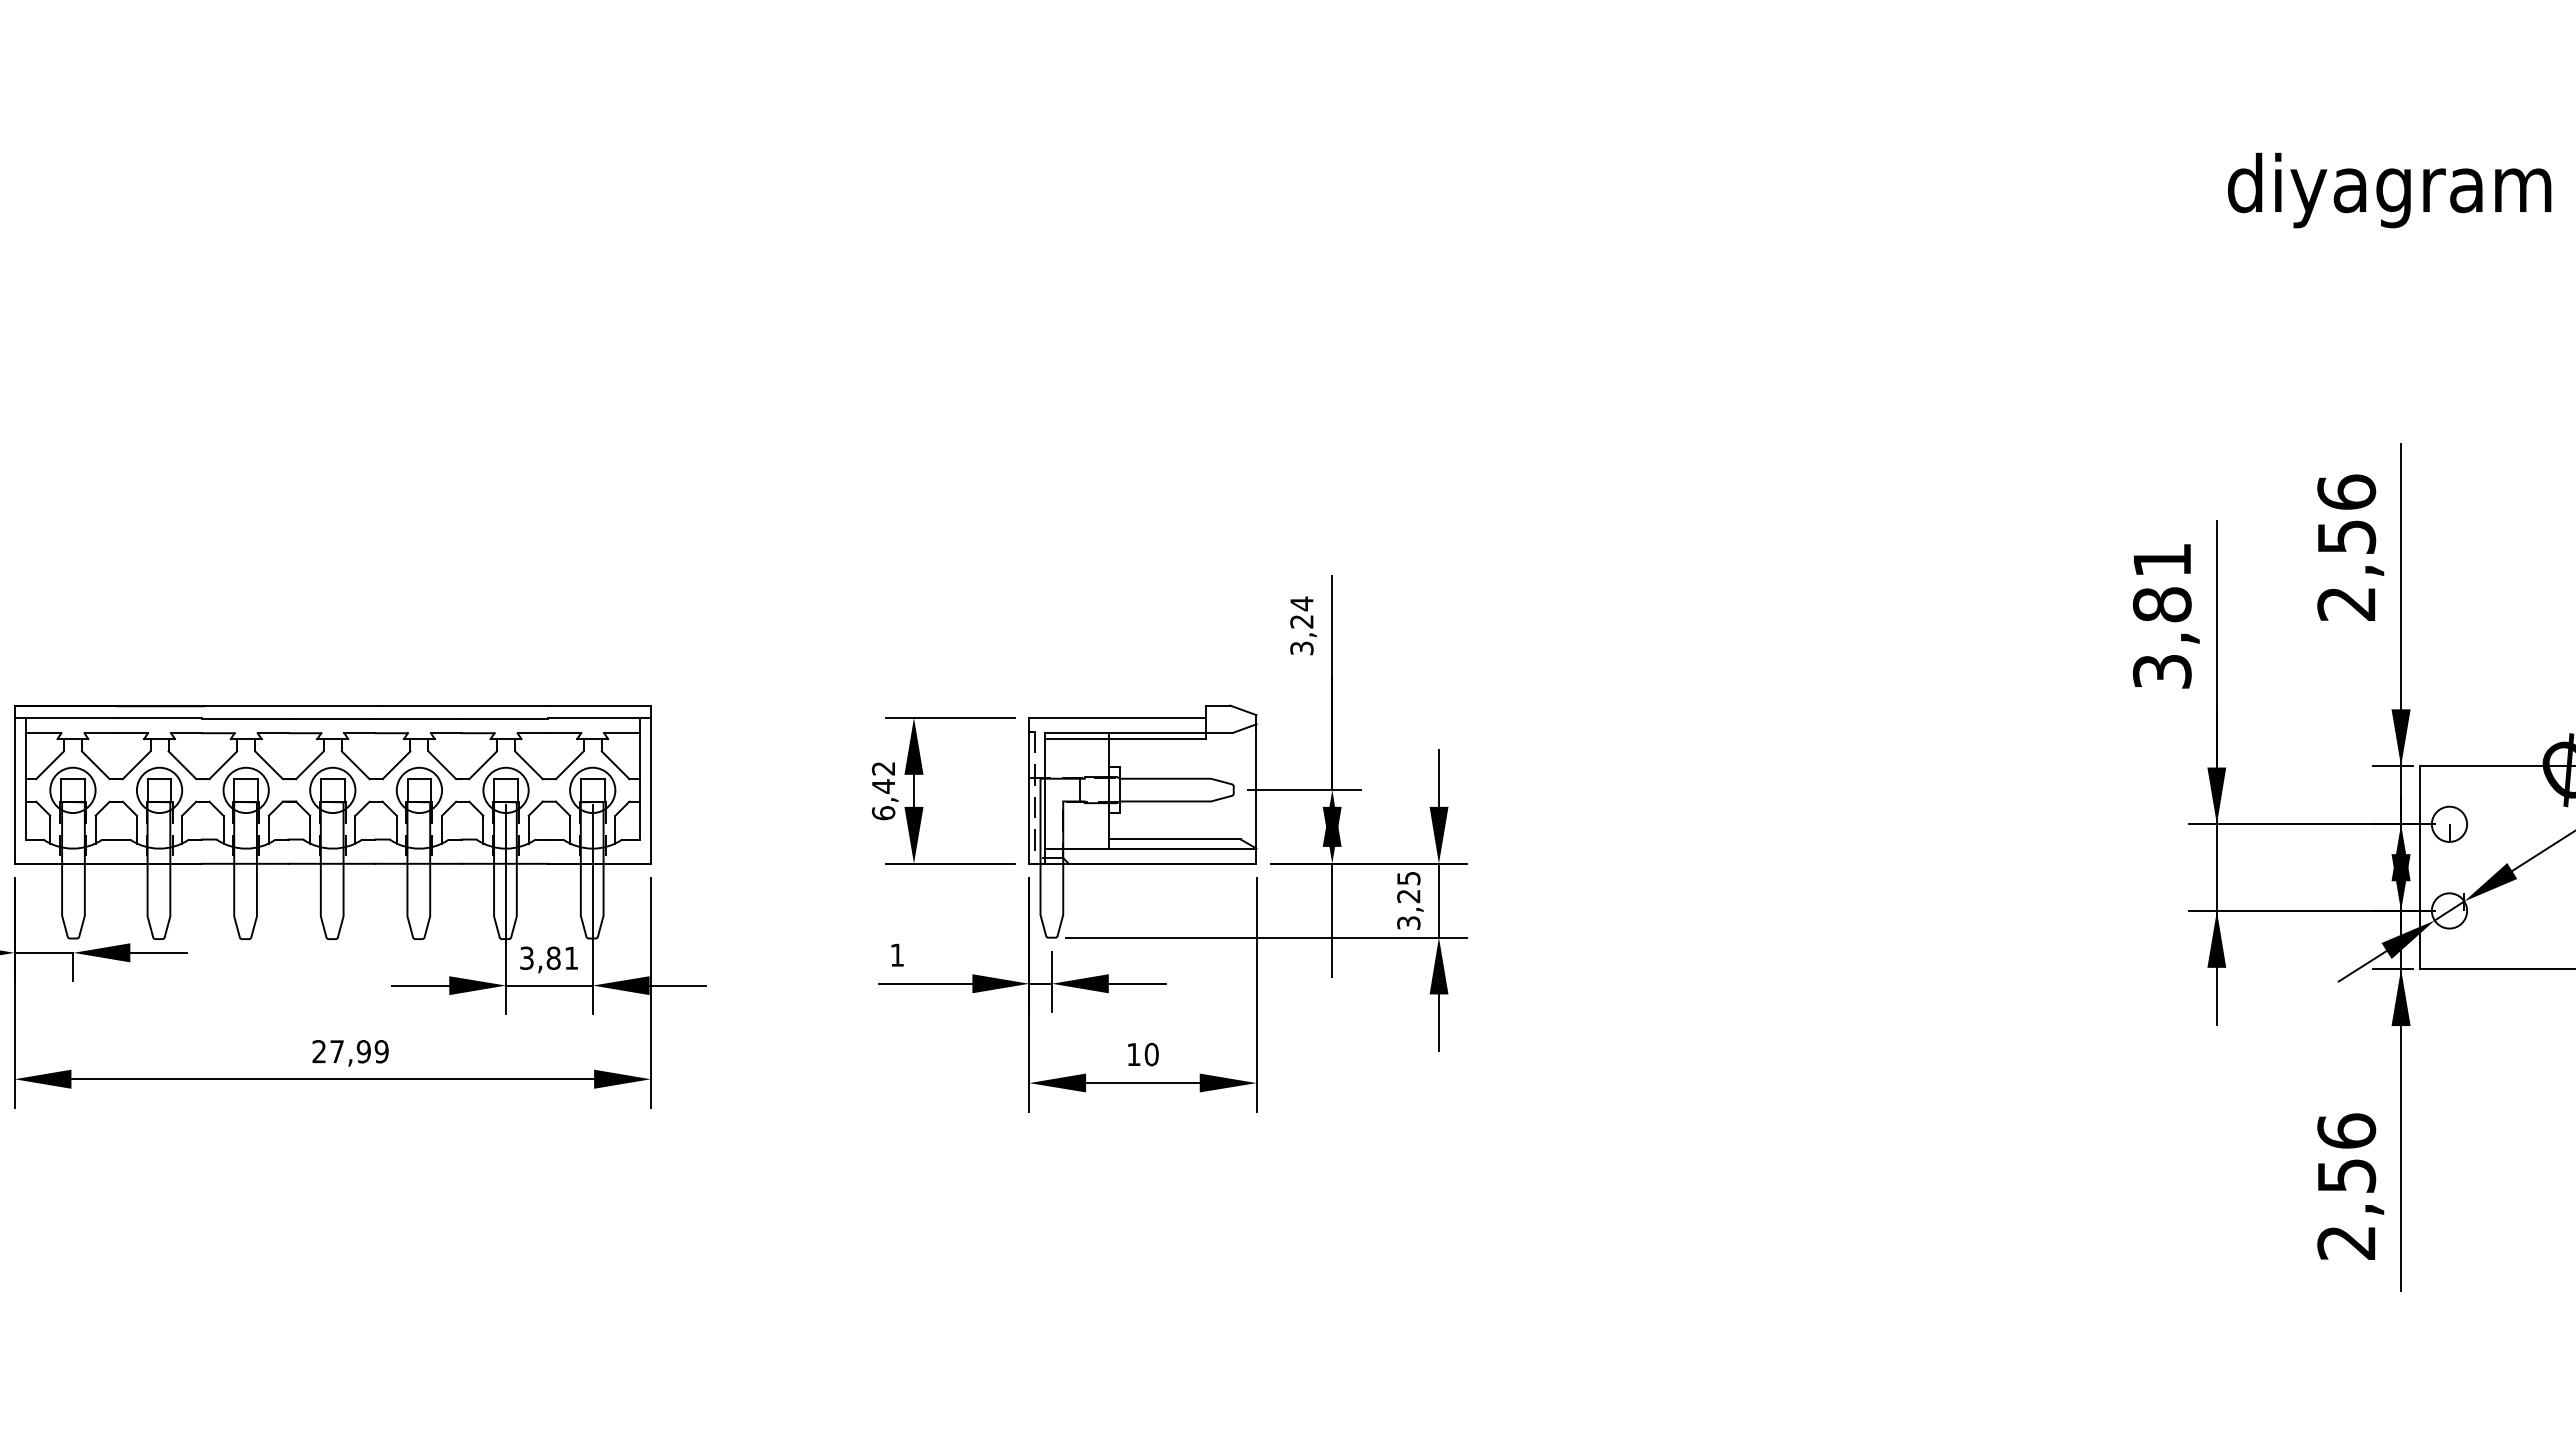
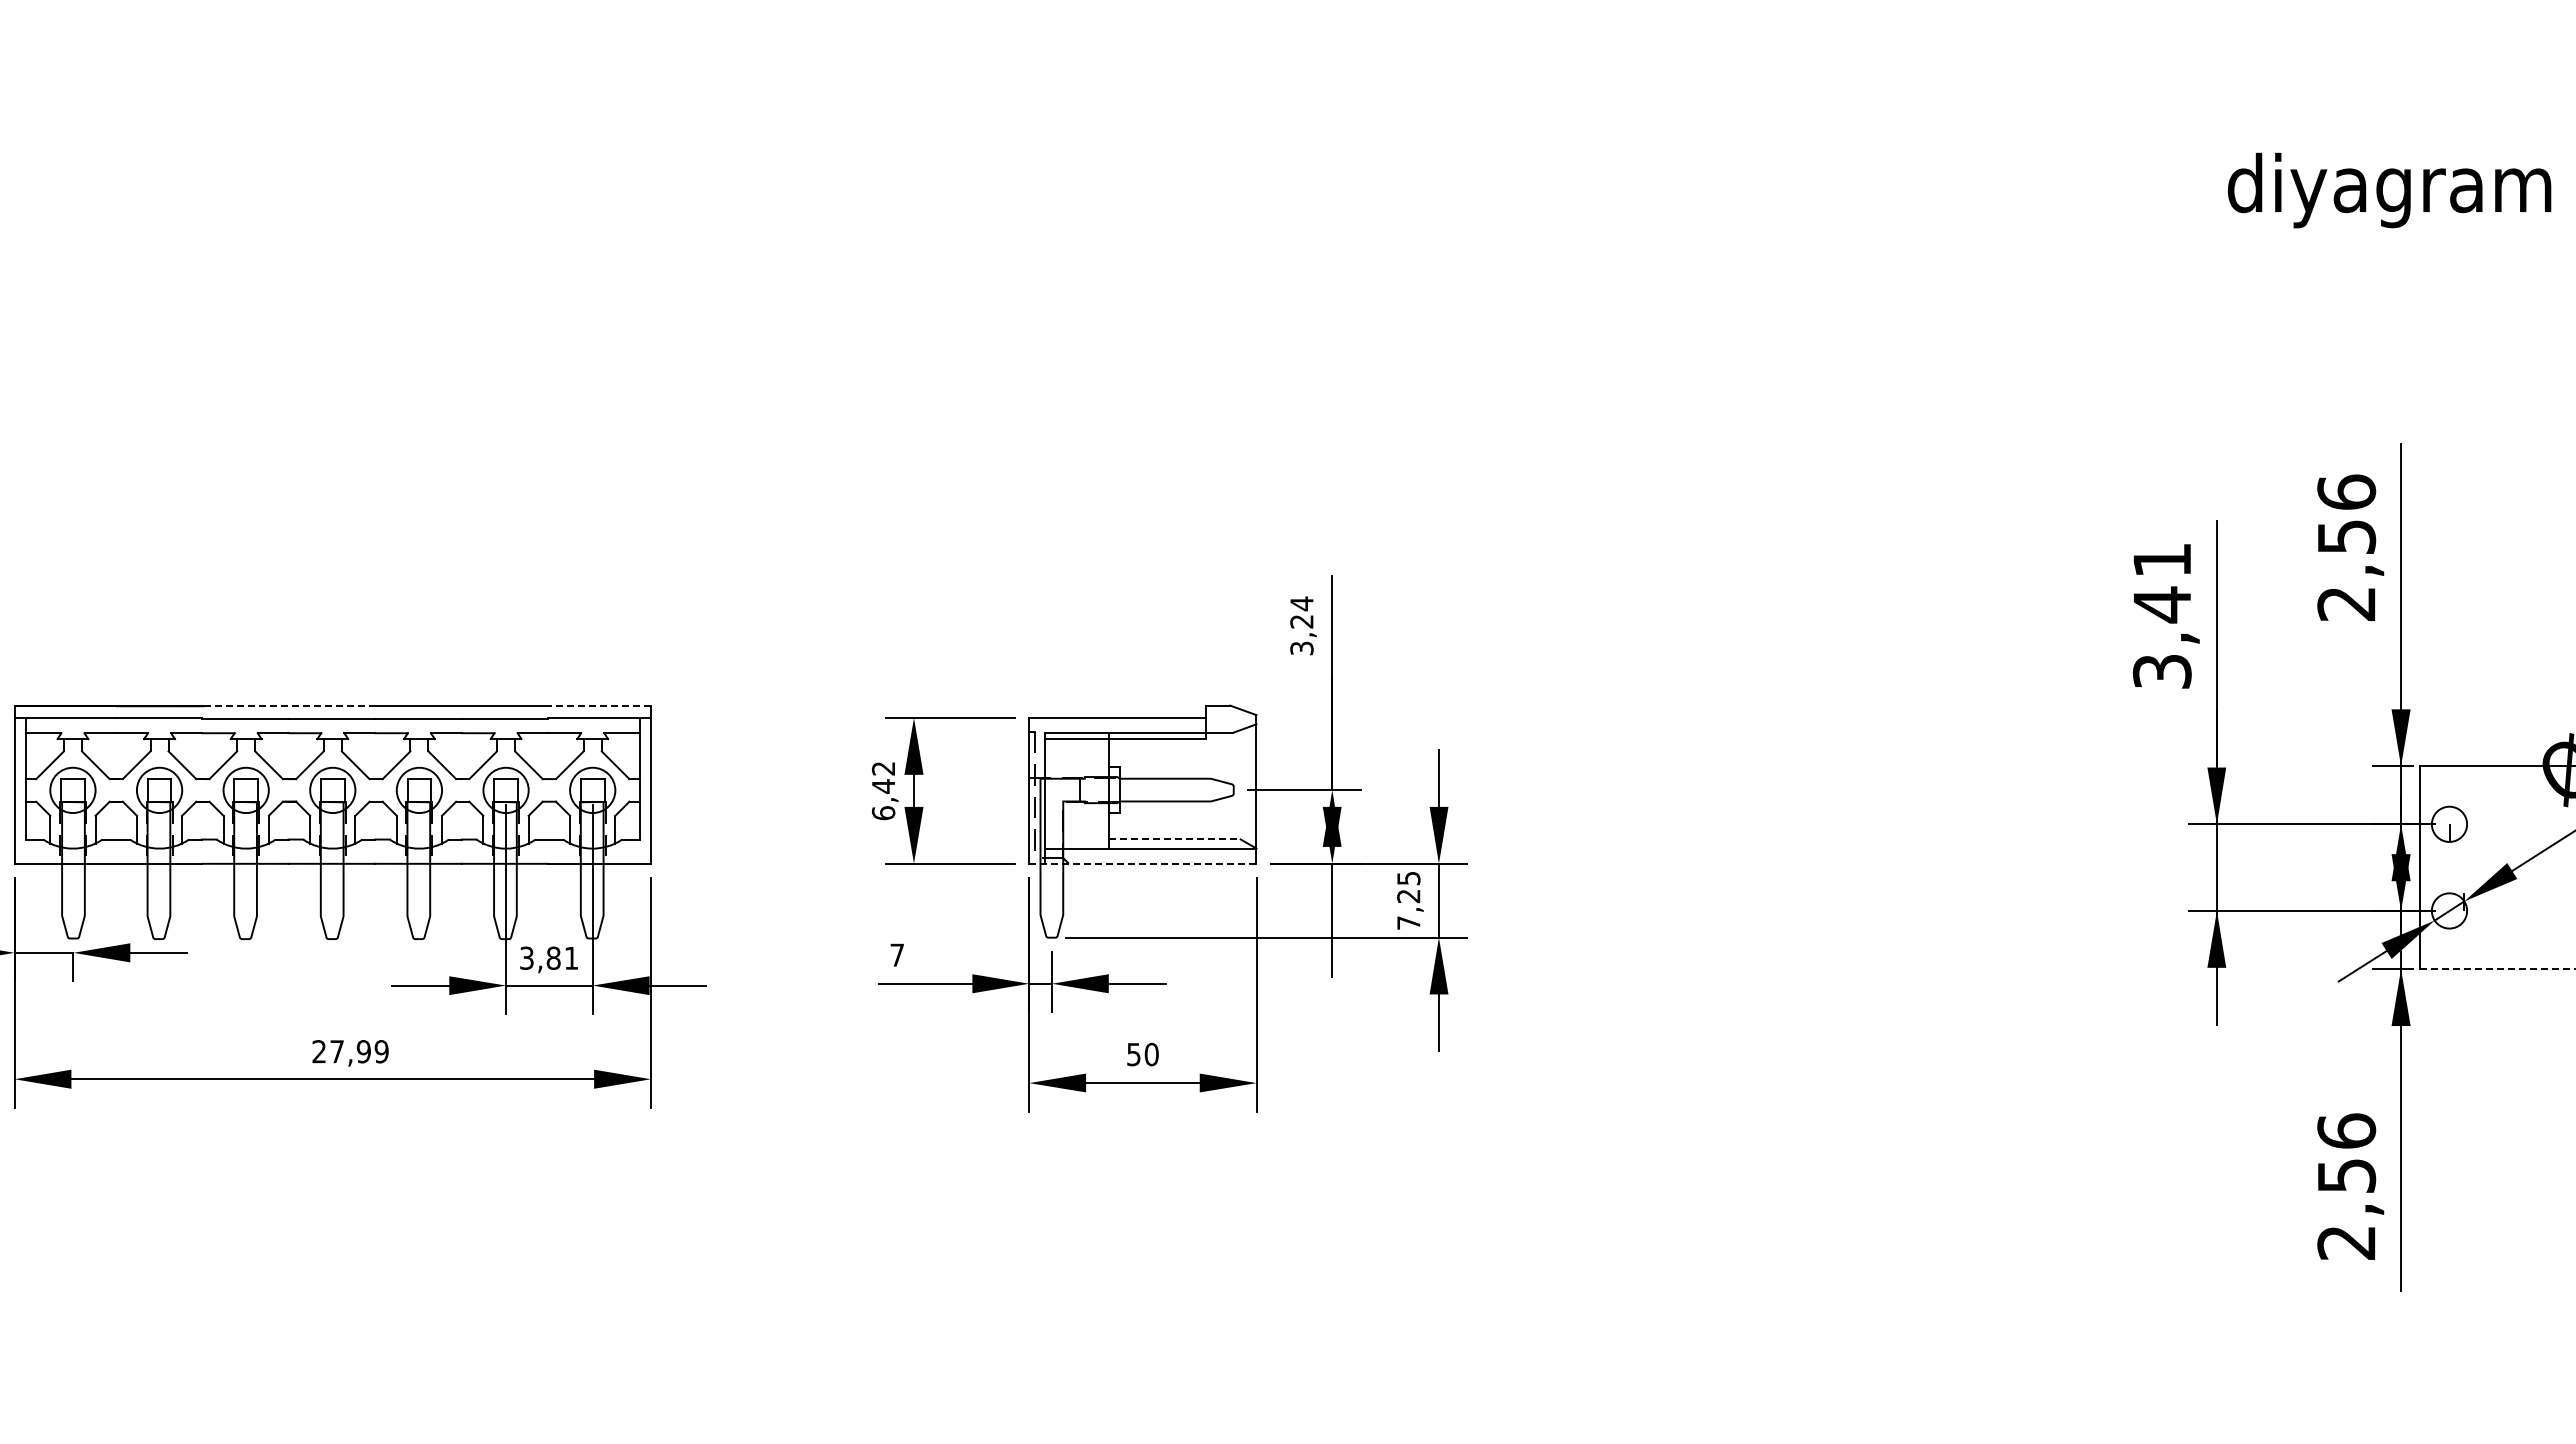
text at (2161, 604): 3,81 -> 3,41
line at (290, 706): solid -> dashed
line at (599, 706): solid -> dashed
line at (1174, 839): solid -> dashed
line at (1142, 863): solid -> dashed
text at (1408, 922): 3,25 -> 7,25
text at (896, 954): 1 -> 7
line at (2497, 969): solid -> dashed
text at (1133, 1054): 10 -> 50
